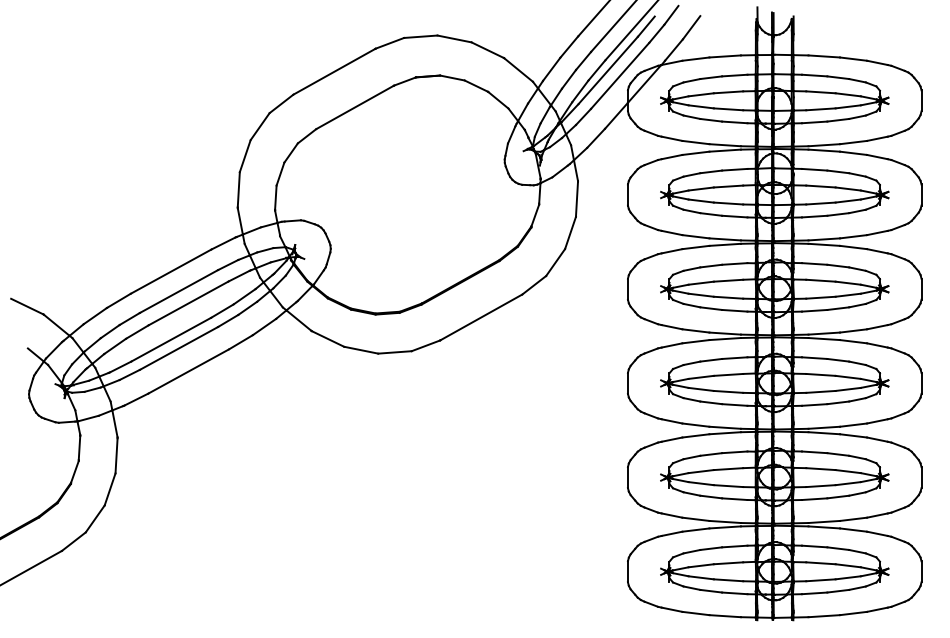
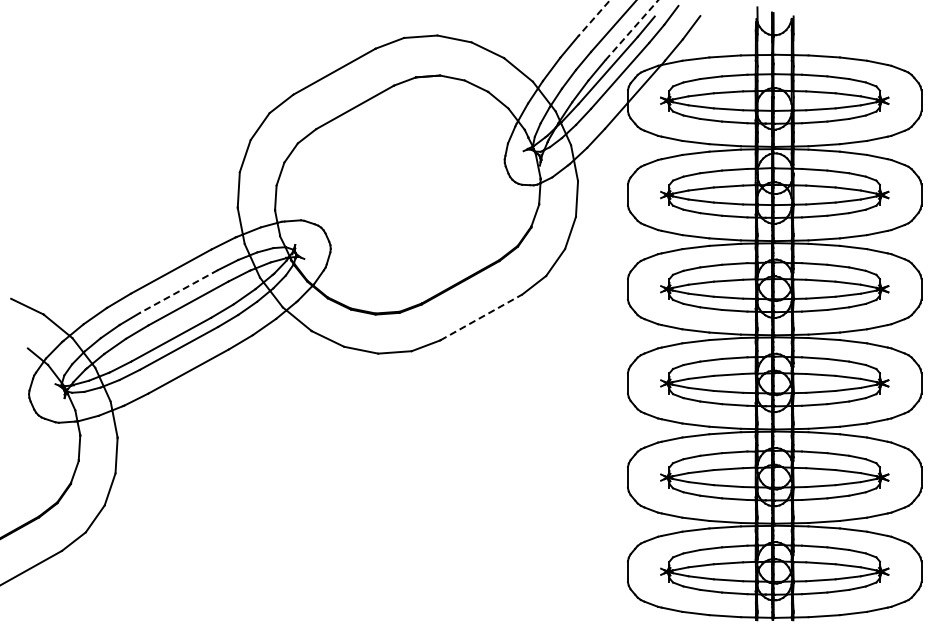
line at (594, 18): solid -> dashed
line at (631, 30): solid -> dashed
line at (178, 291): solid -> dashed
line at (481, 317): solid -> dashed
